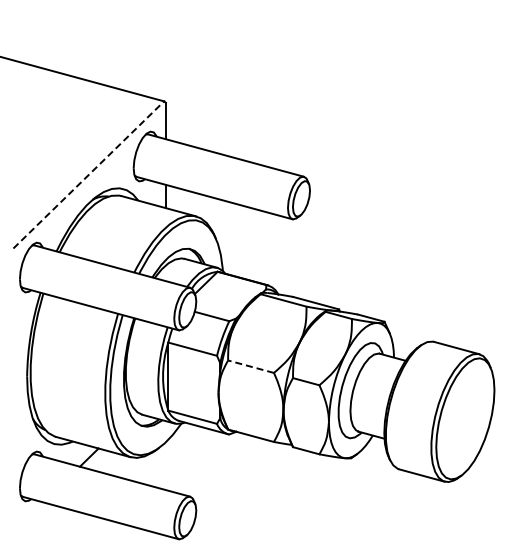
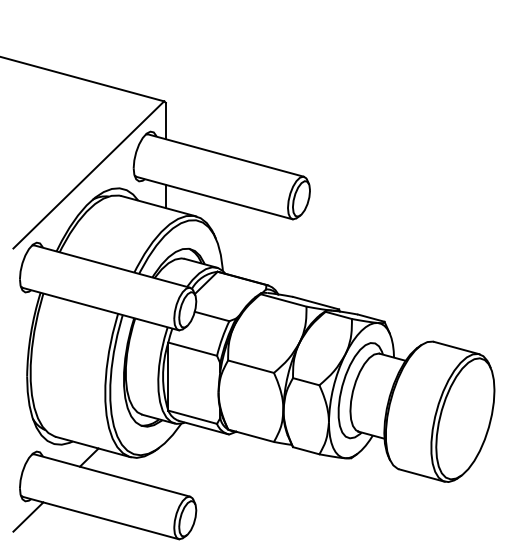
line at (89, 174): dashed -> solid
line at (251, 366): dashed -> solid
line at (28, 516): none -> present
